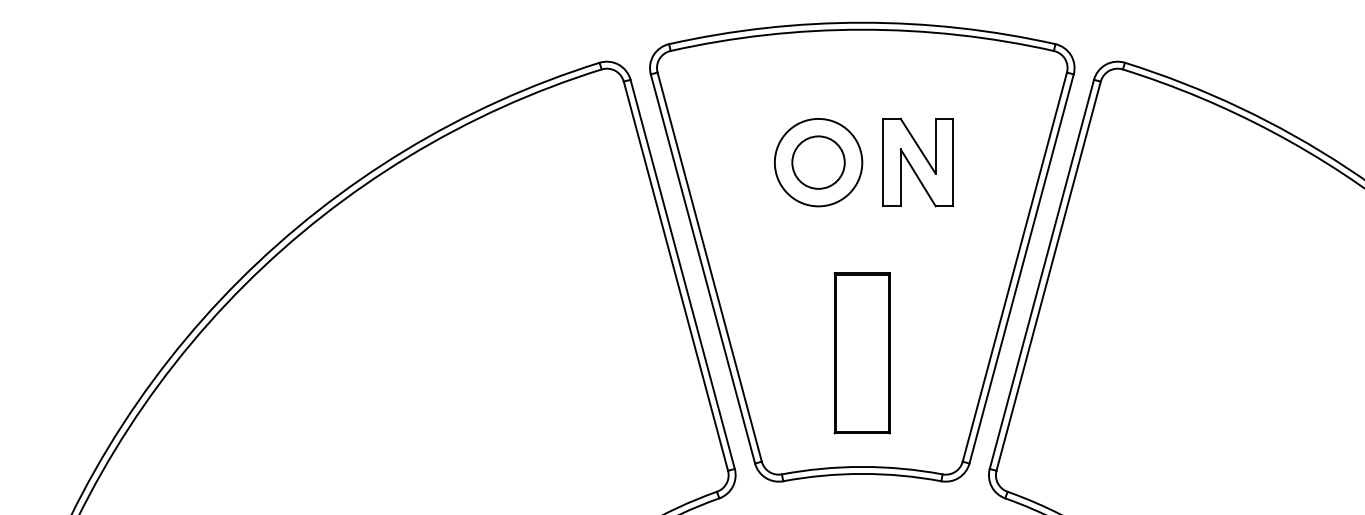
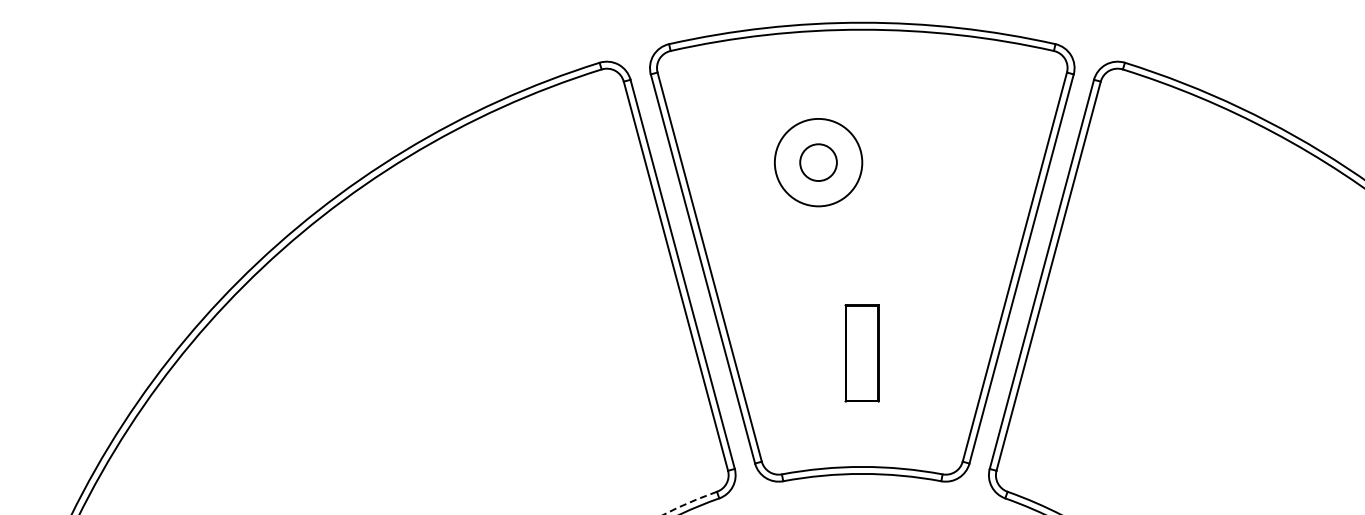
circle at (818, 162) diameter: 52 px -> 37 px
part at (917, 162): present -> none
part at (861, 353) size: 58x163 px -> 36x99 px
arc at (689, 502): solid -> dashed
